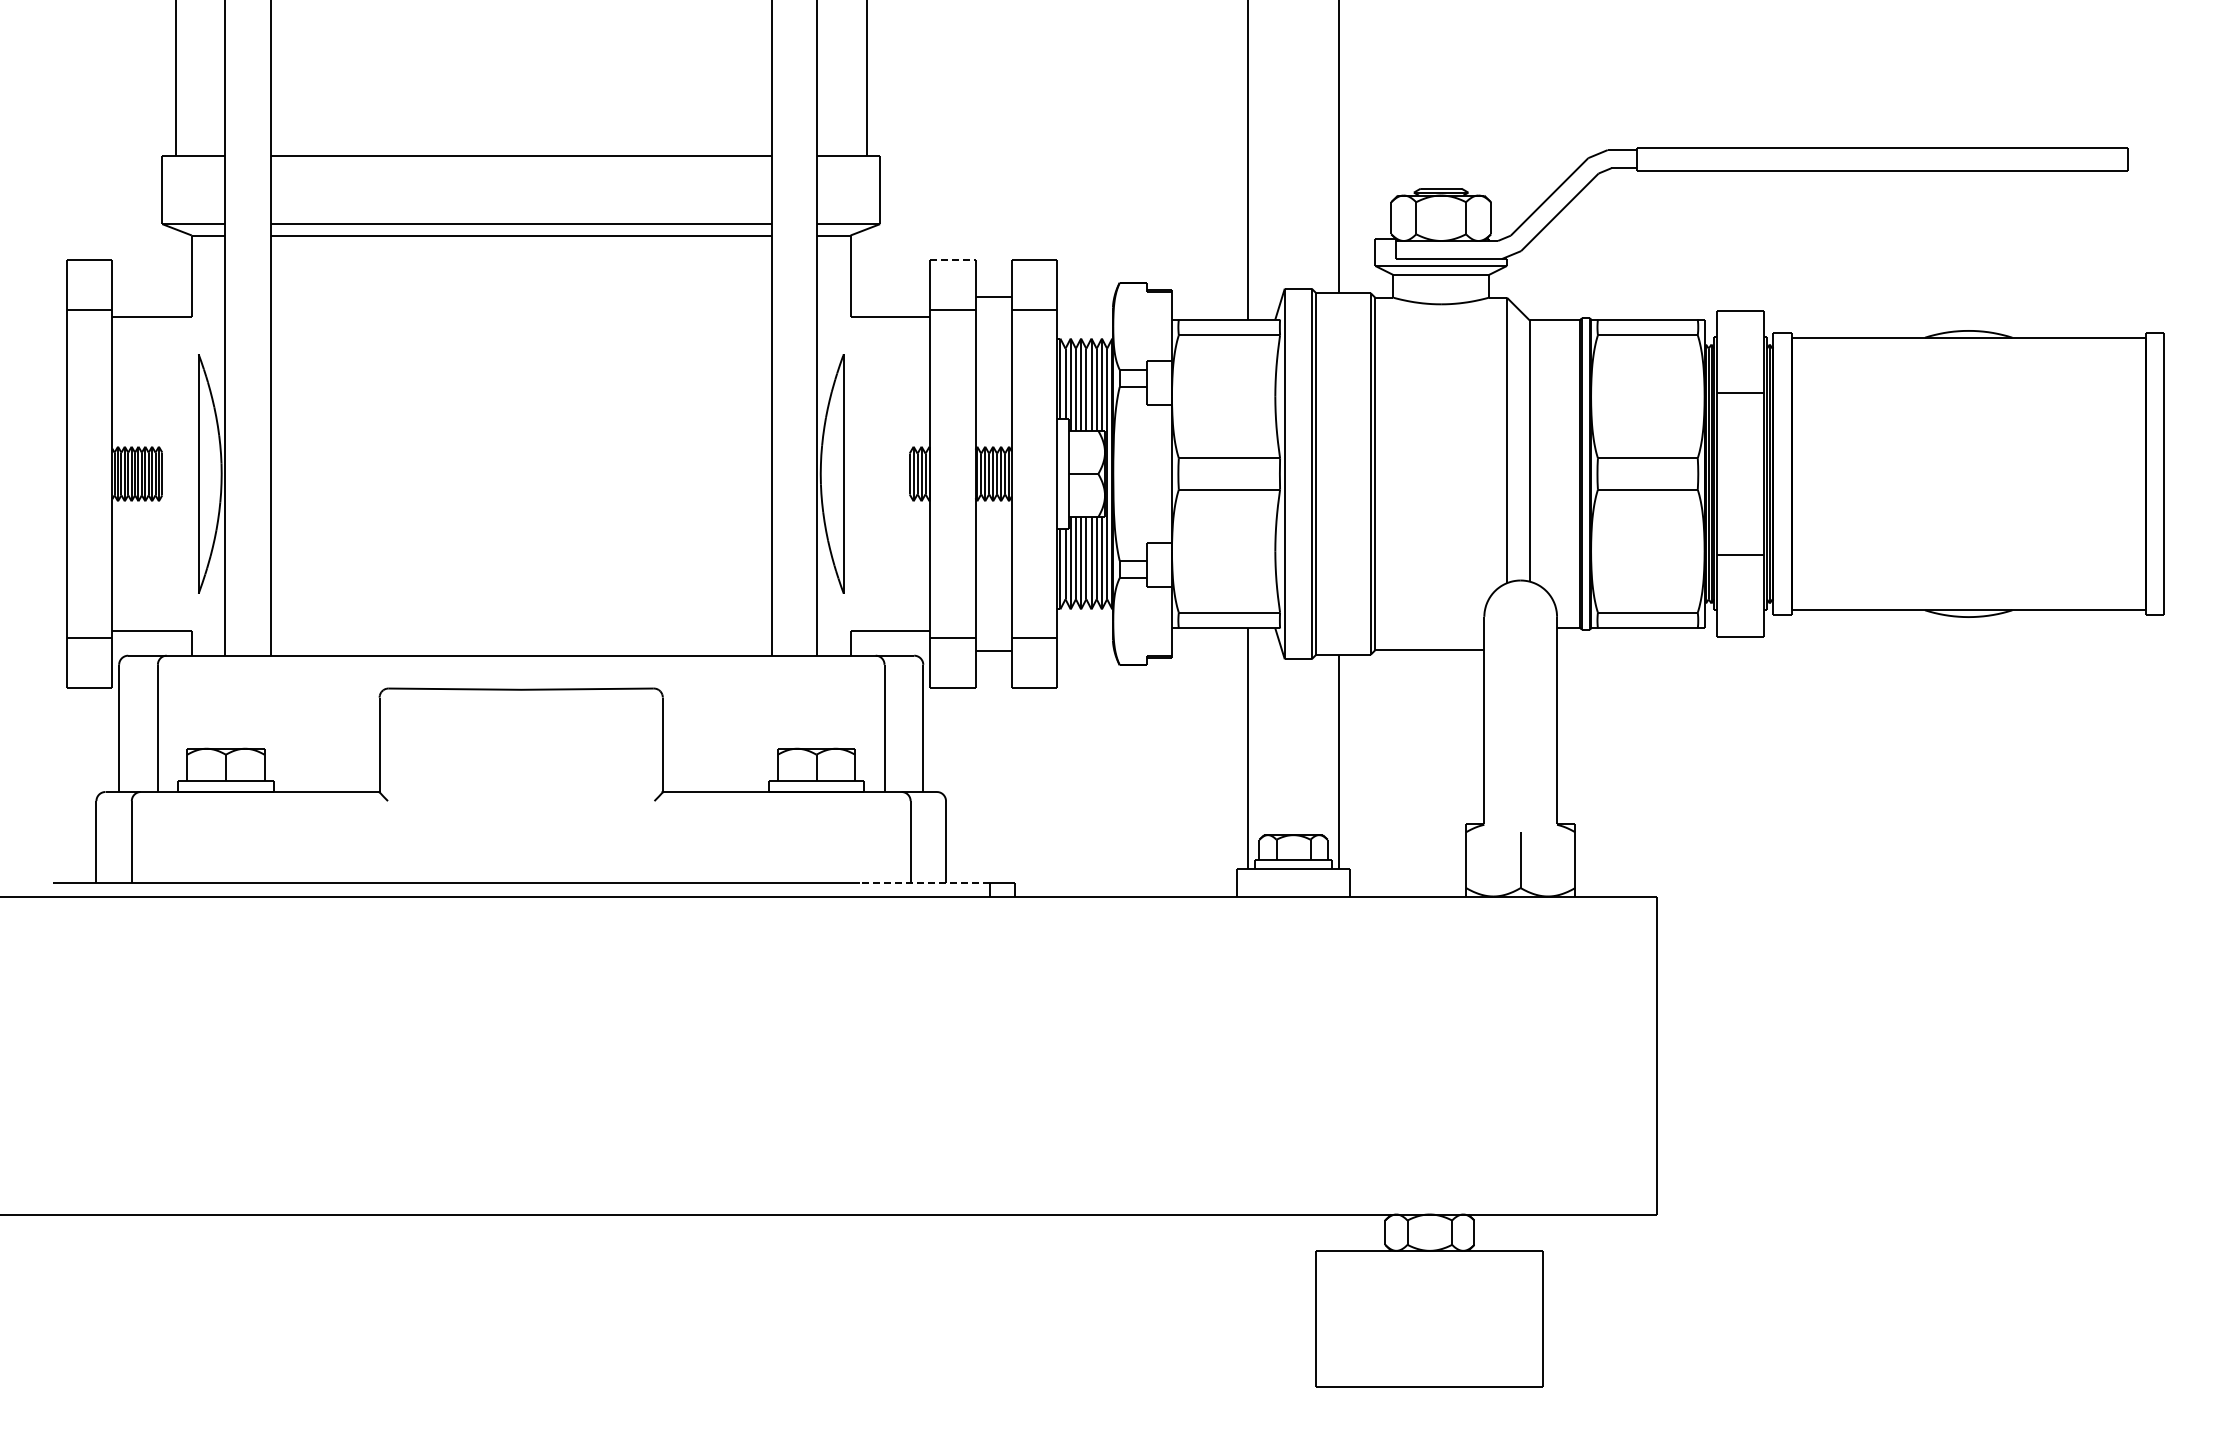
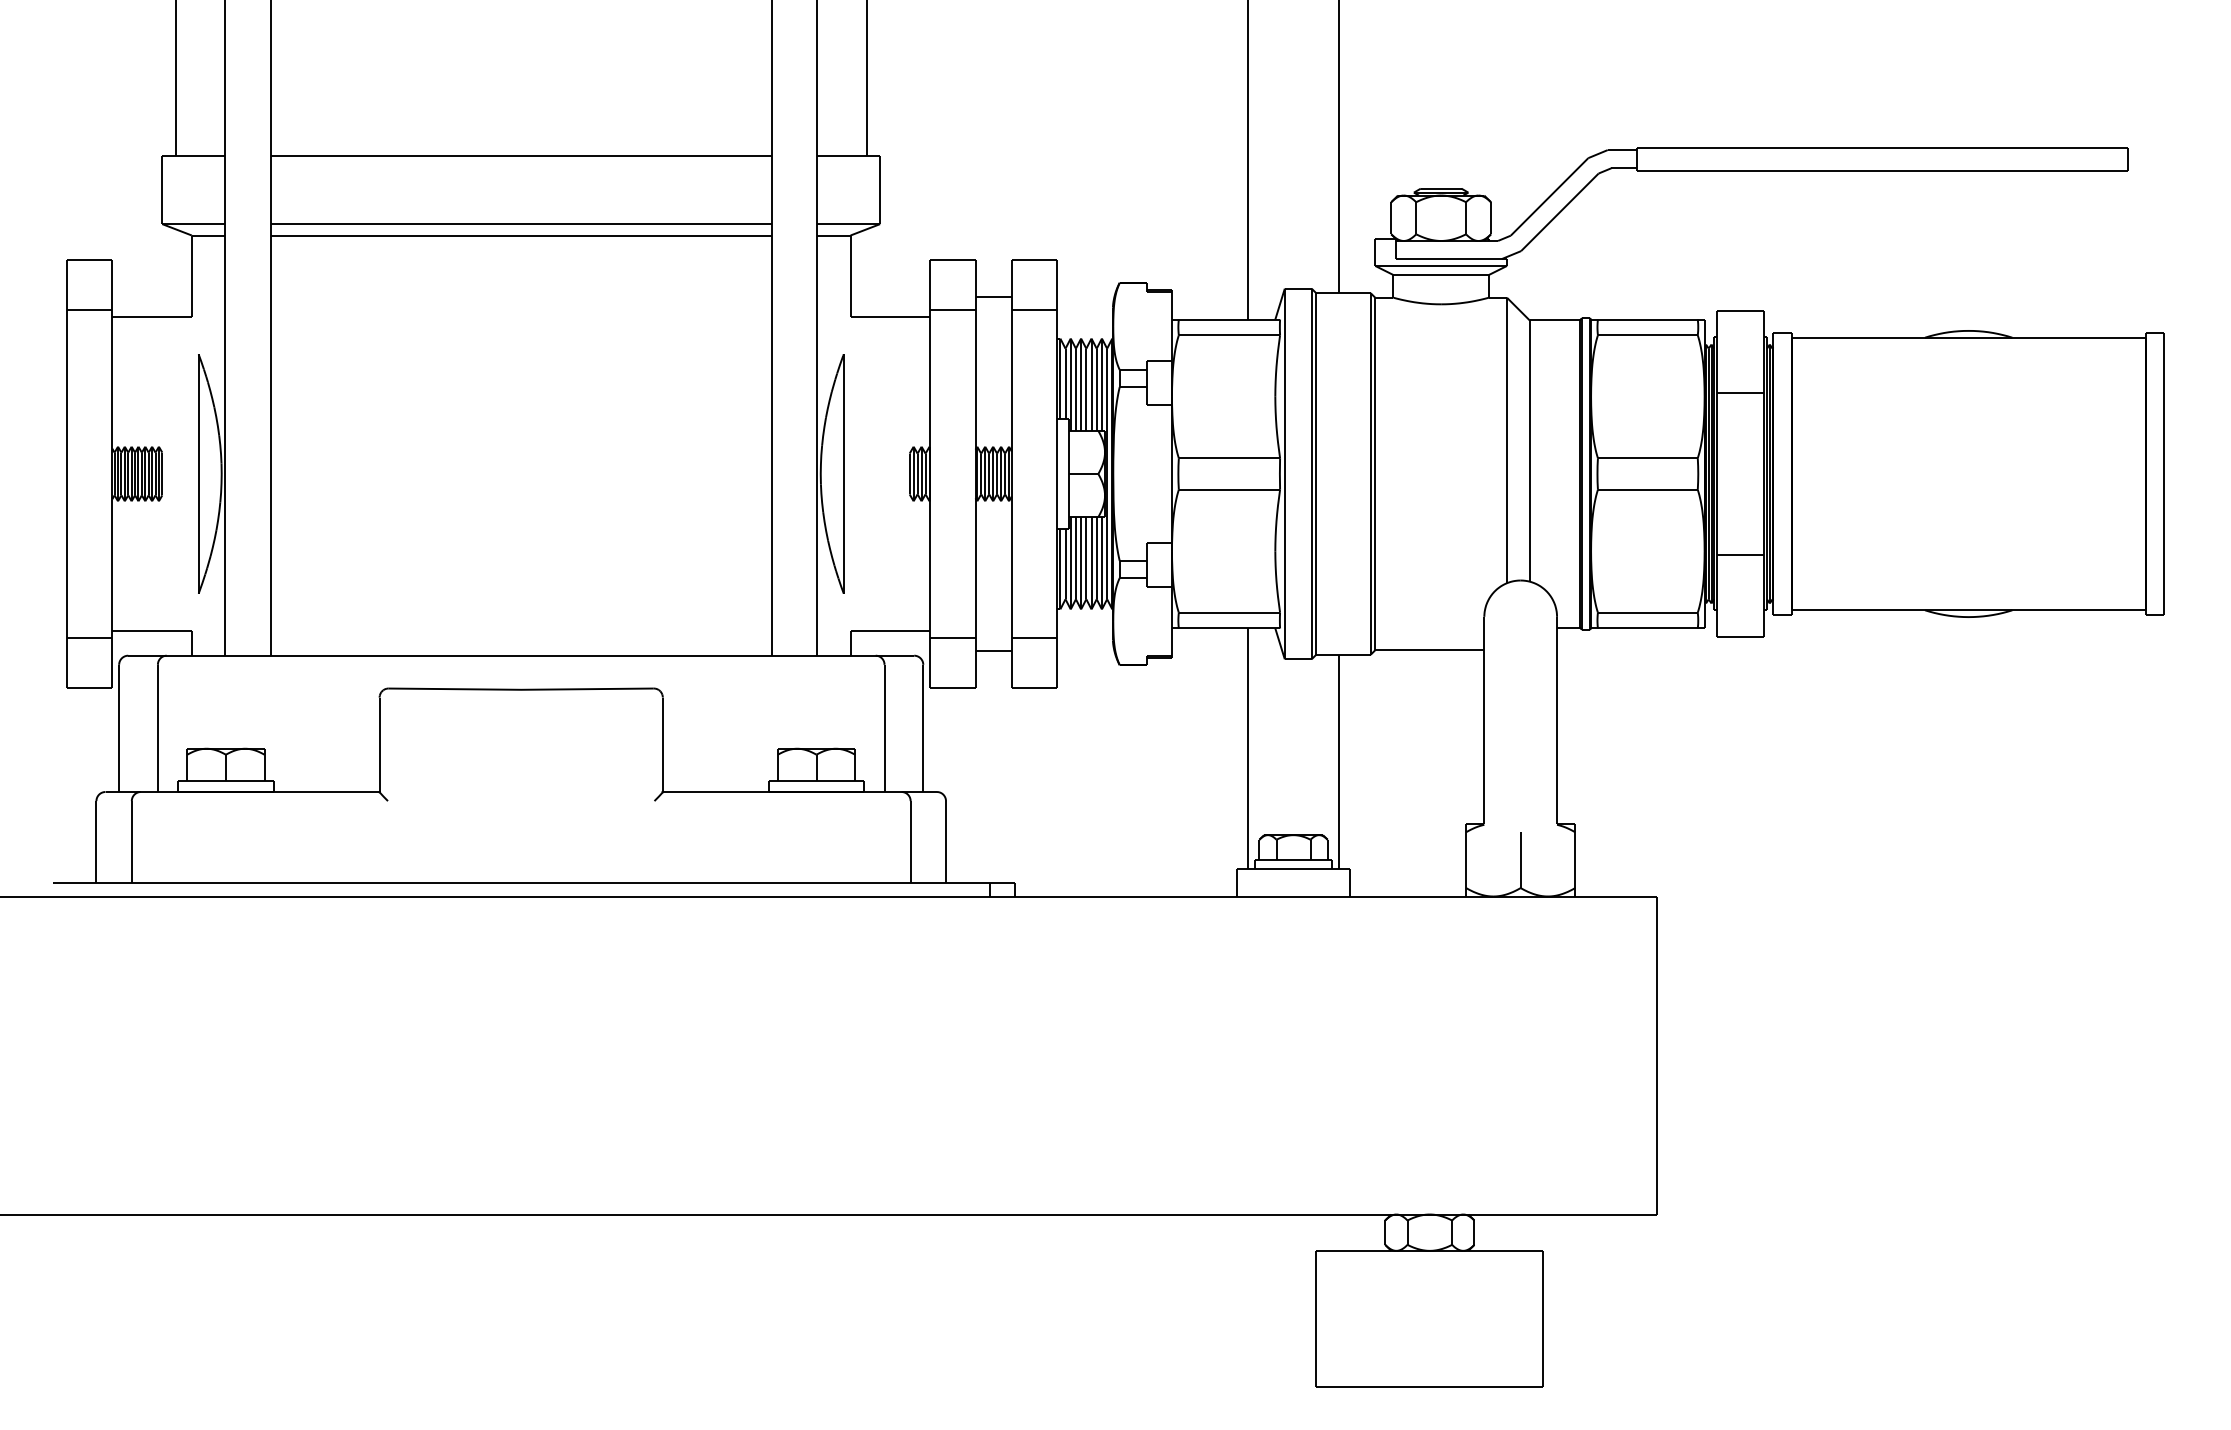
line at (952, 260): dashed -> solid
line at (924, 882): dashed -> solid
